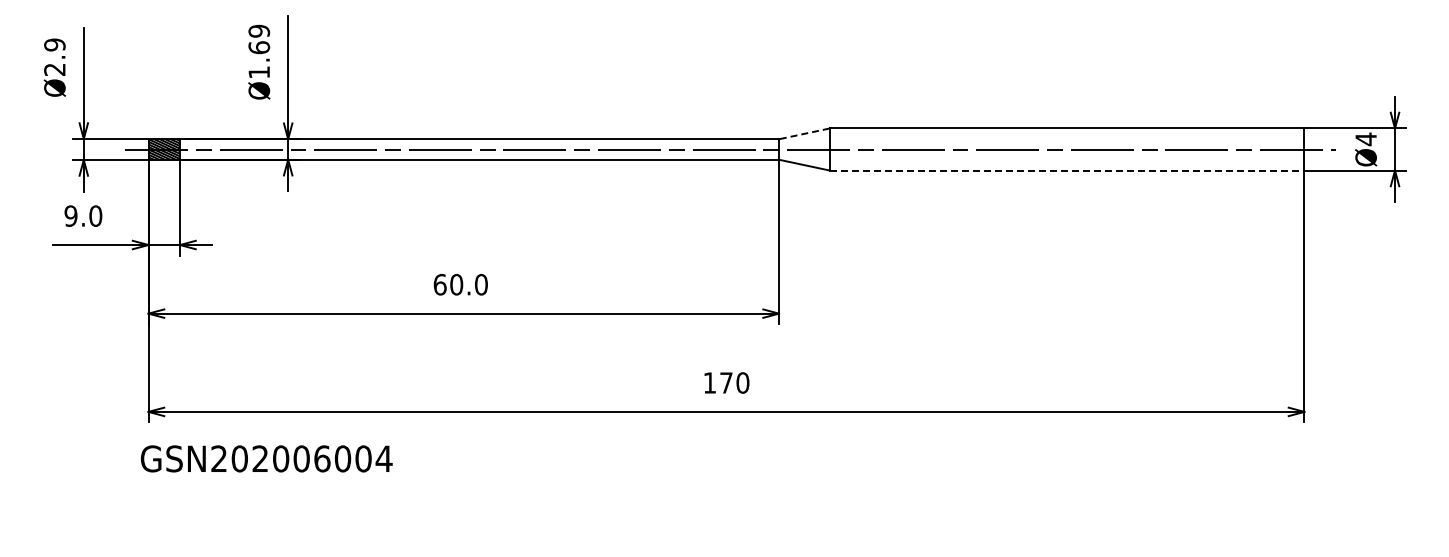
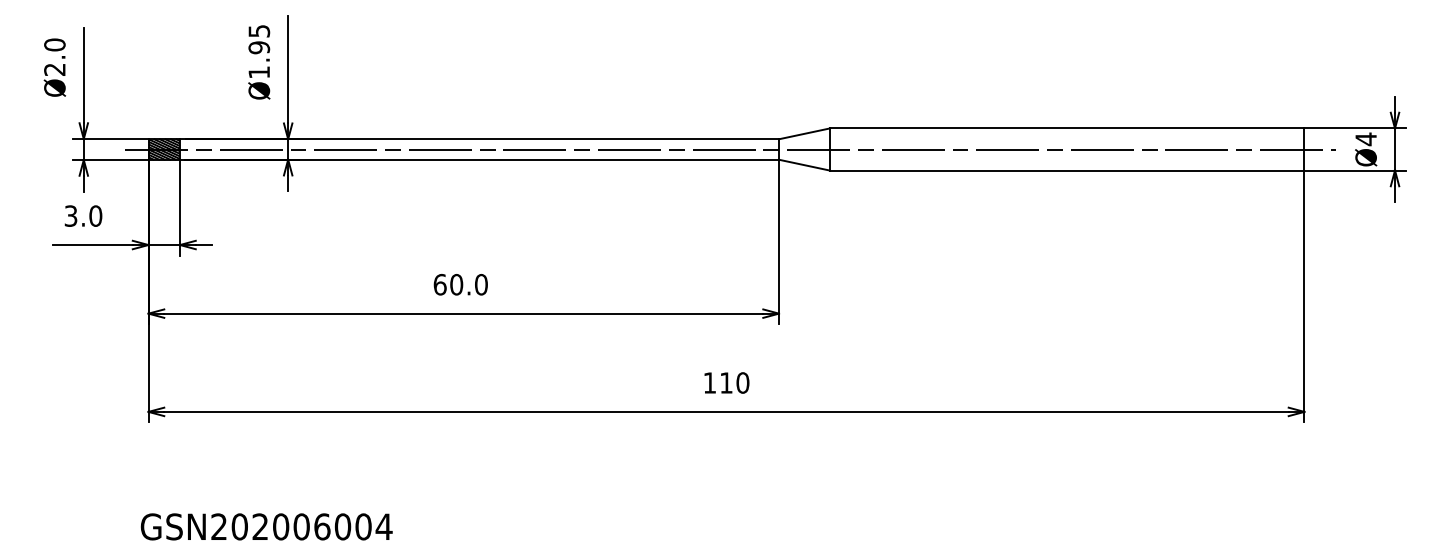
text at (259, 39): Ø1.69 -> Ø1.95
text at (54, 44): Ø2.9 -> Ø2.0
line at (804, 133): dashed -> solid
line at (1067, 170): dashed -> solid
text at (70, 215): 9.0 -> 3.0
text at (726, 382): 170 -> 110
text at (266, 458) position: (266, 458) -> (266, 526)
